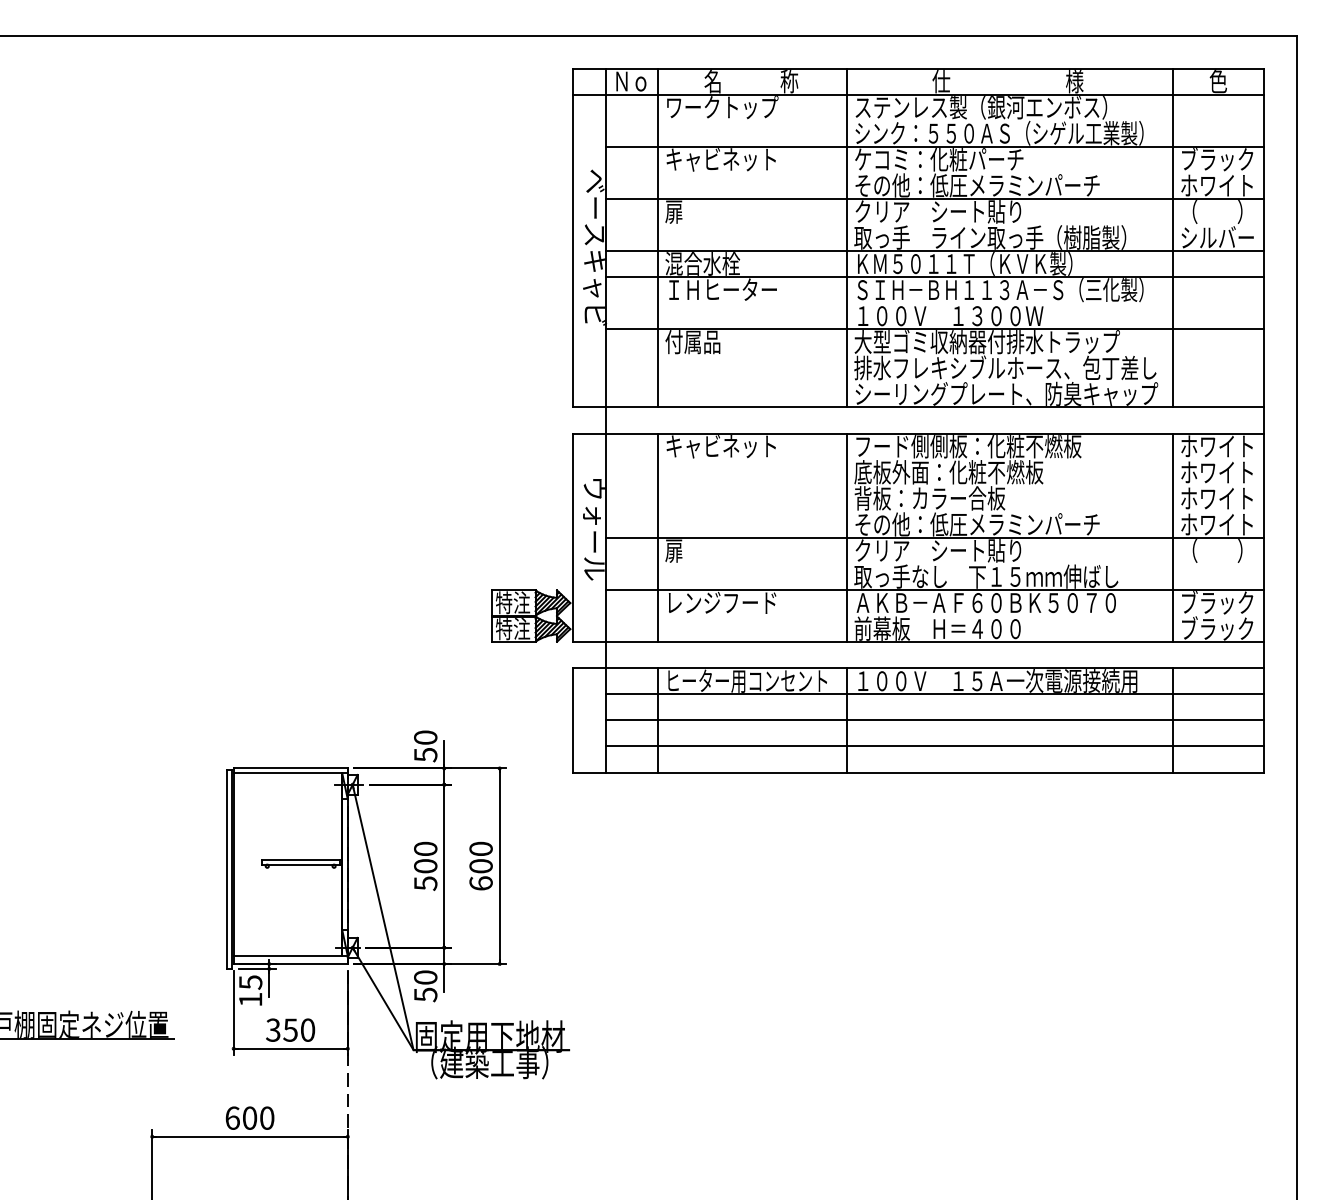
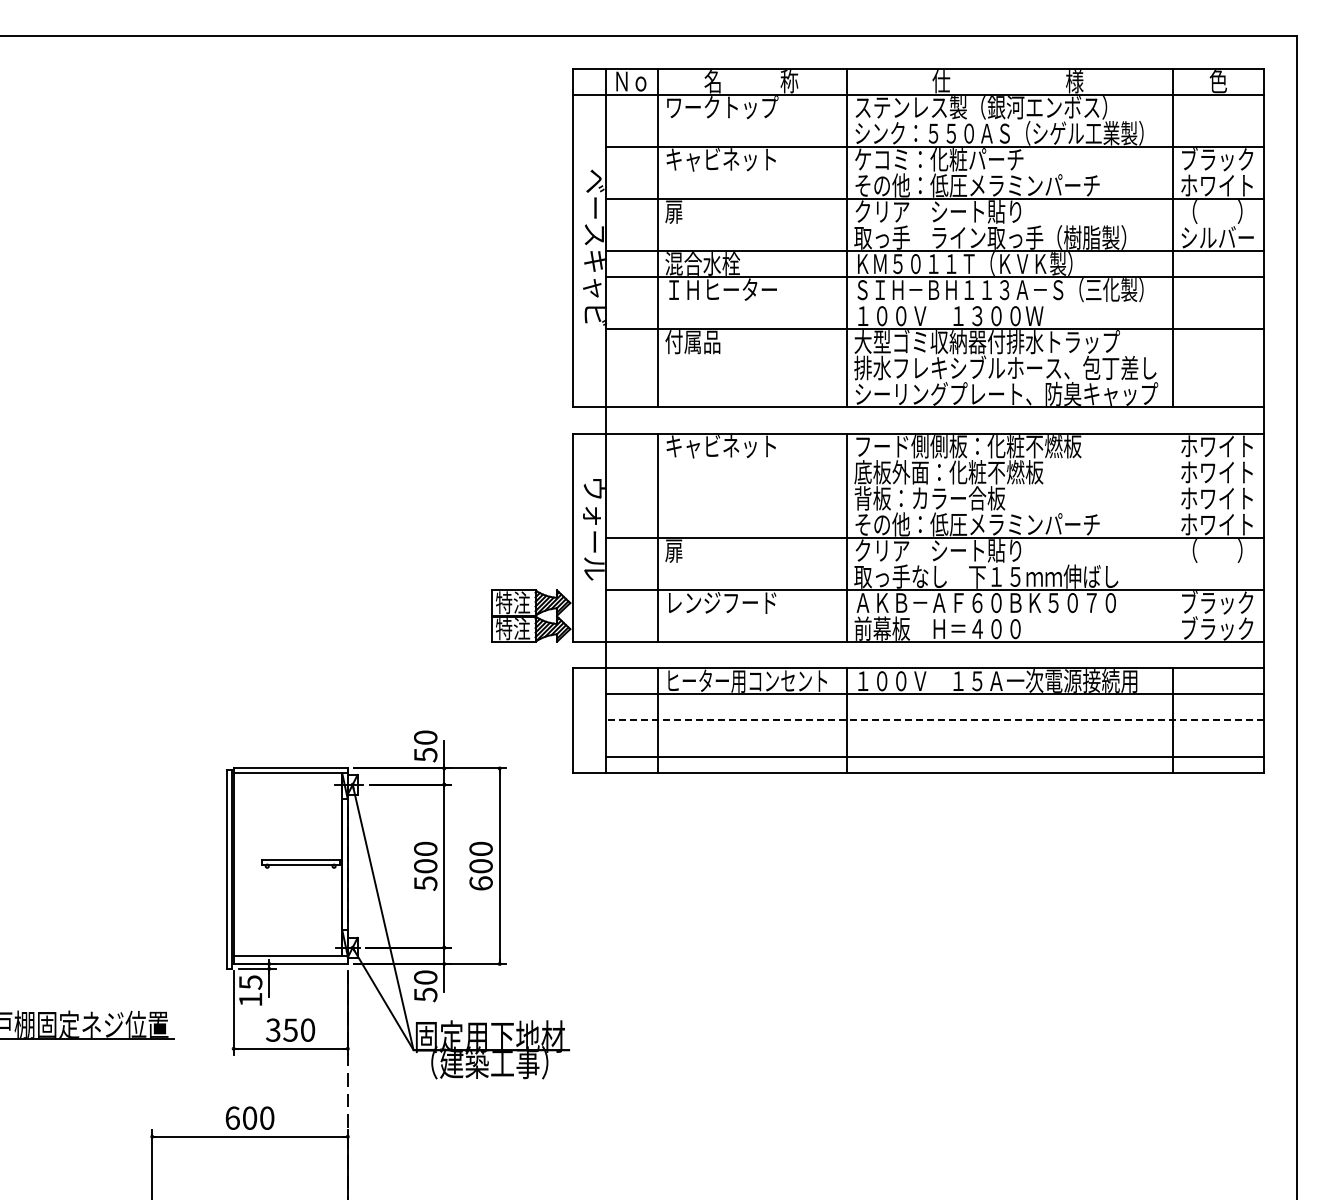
line at (1173, 537): present -> none
line at (934, 720): solid -> dashed
line at (934, 746) position: (934, 746) -> (934, 757)
